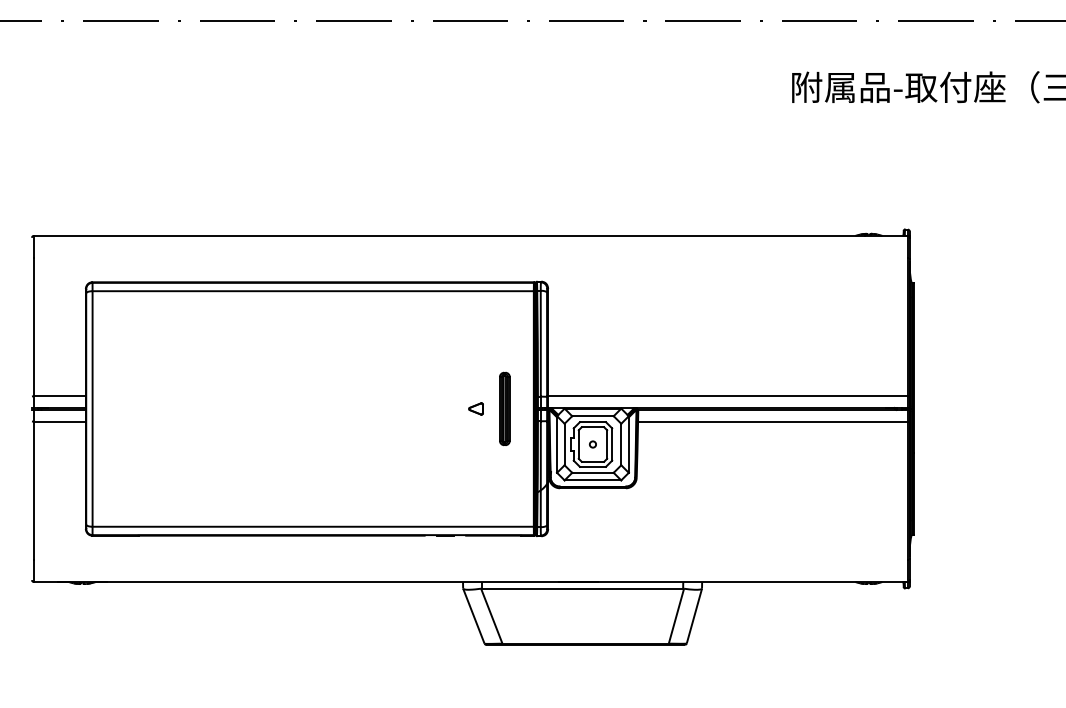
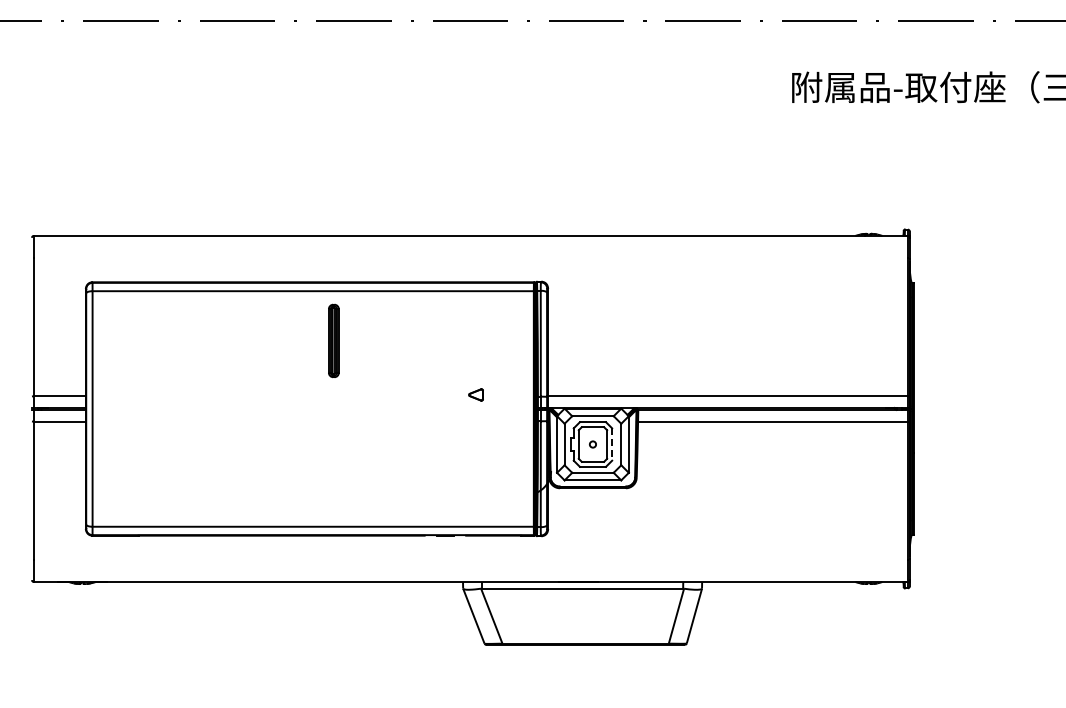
part at (475, 408) position: (475, 408) -> (475, 394)
part at (504, 408) position: (504, 408) -> (333, 340)
line at (612, 445): solid -> dashed
